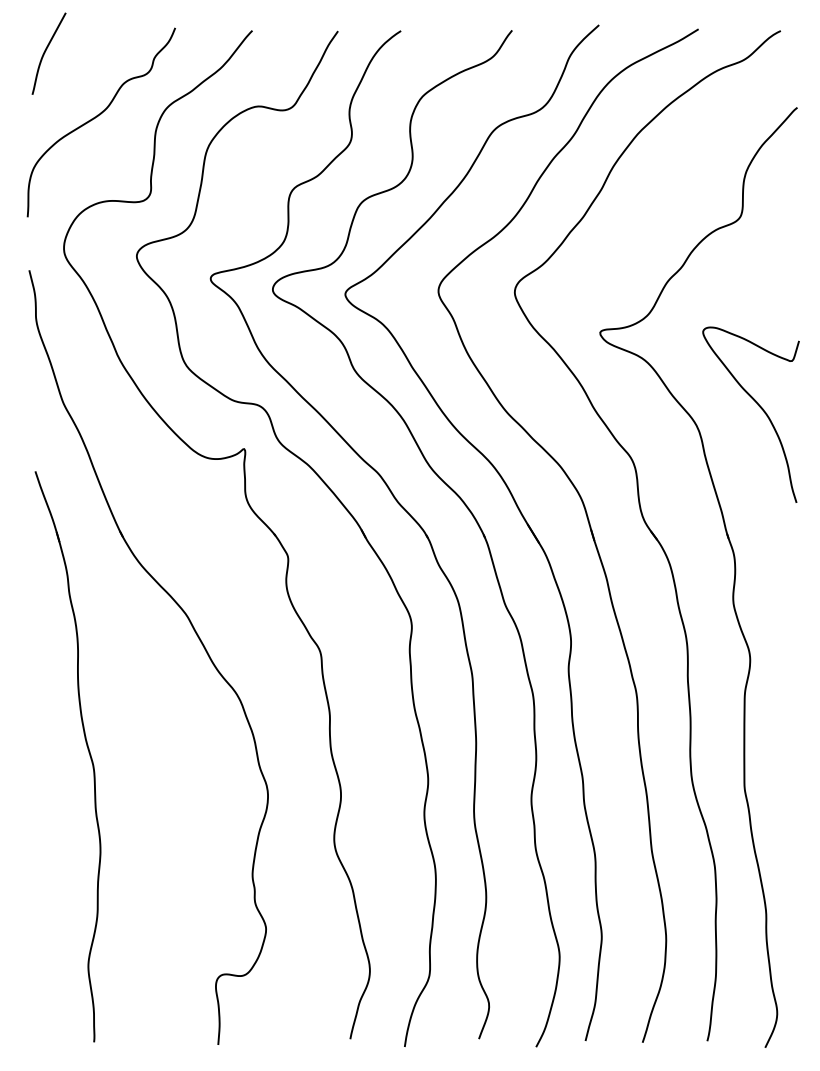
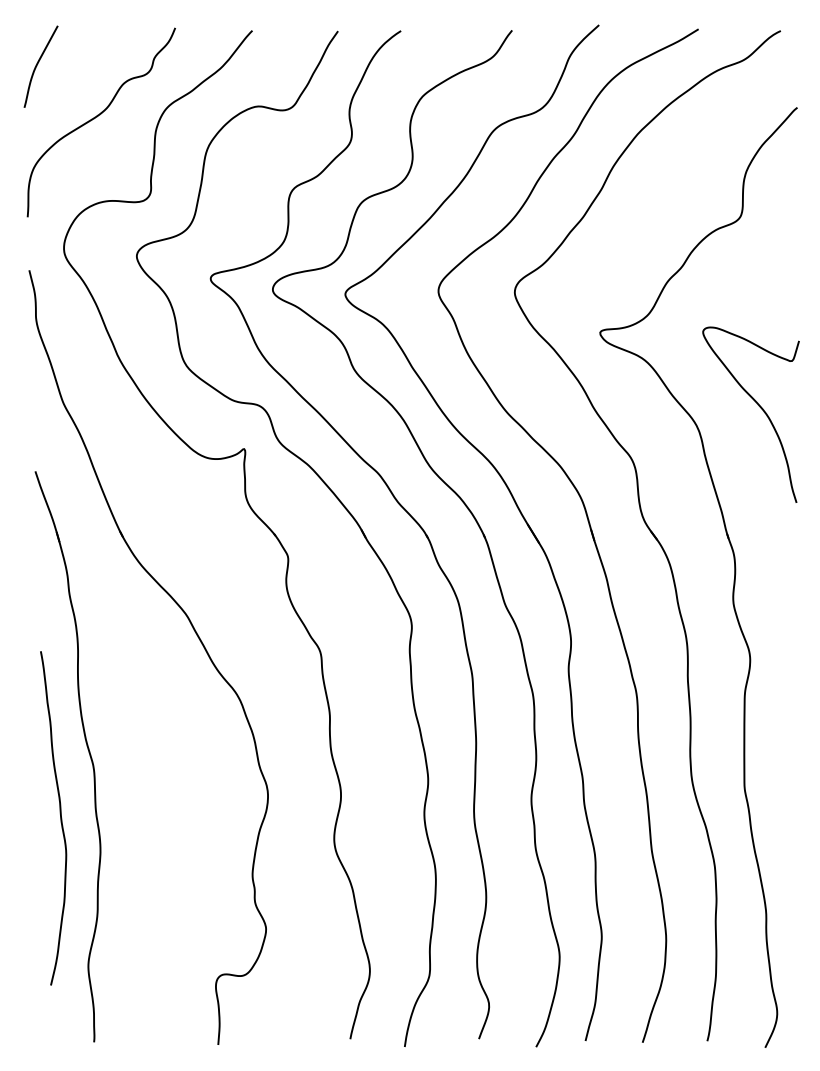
curve at (46, 51) position: (46, 51) -> (38, 64)
curve at (60, 818): none -> present
